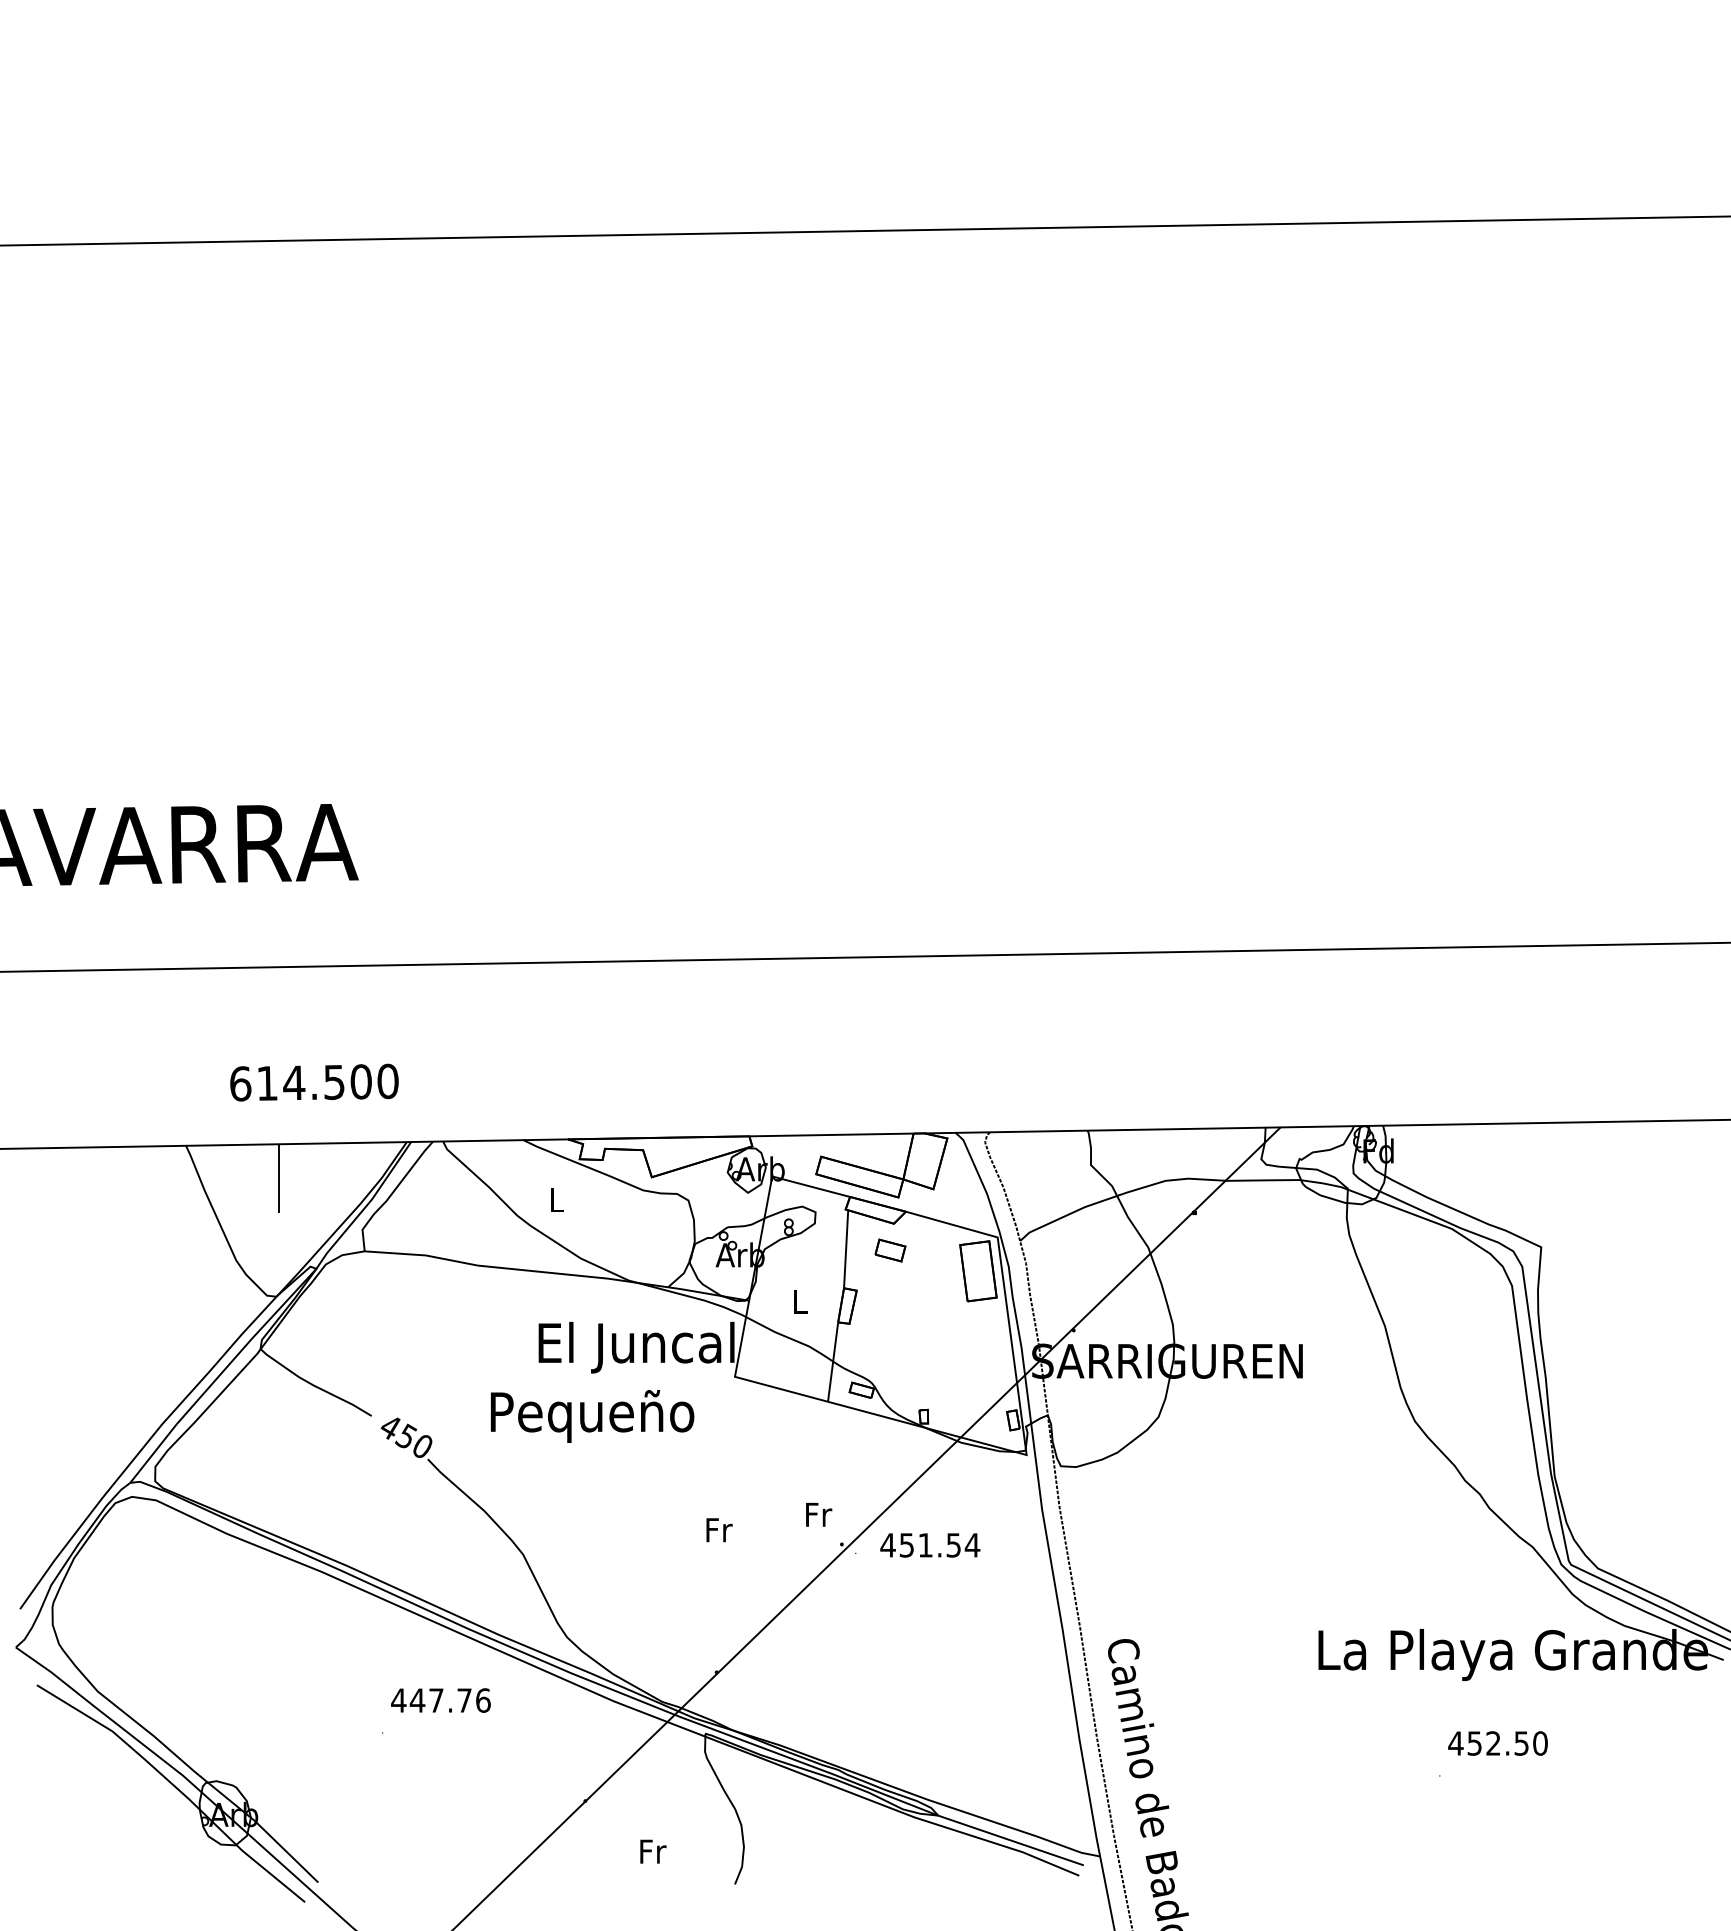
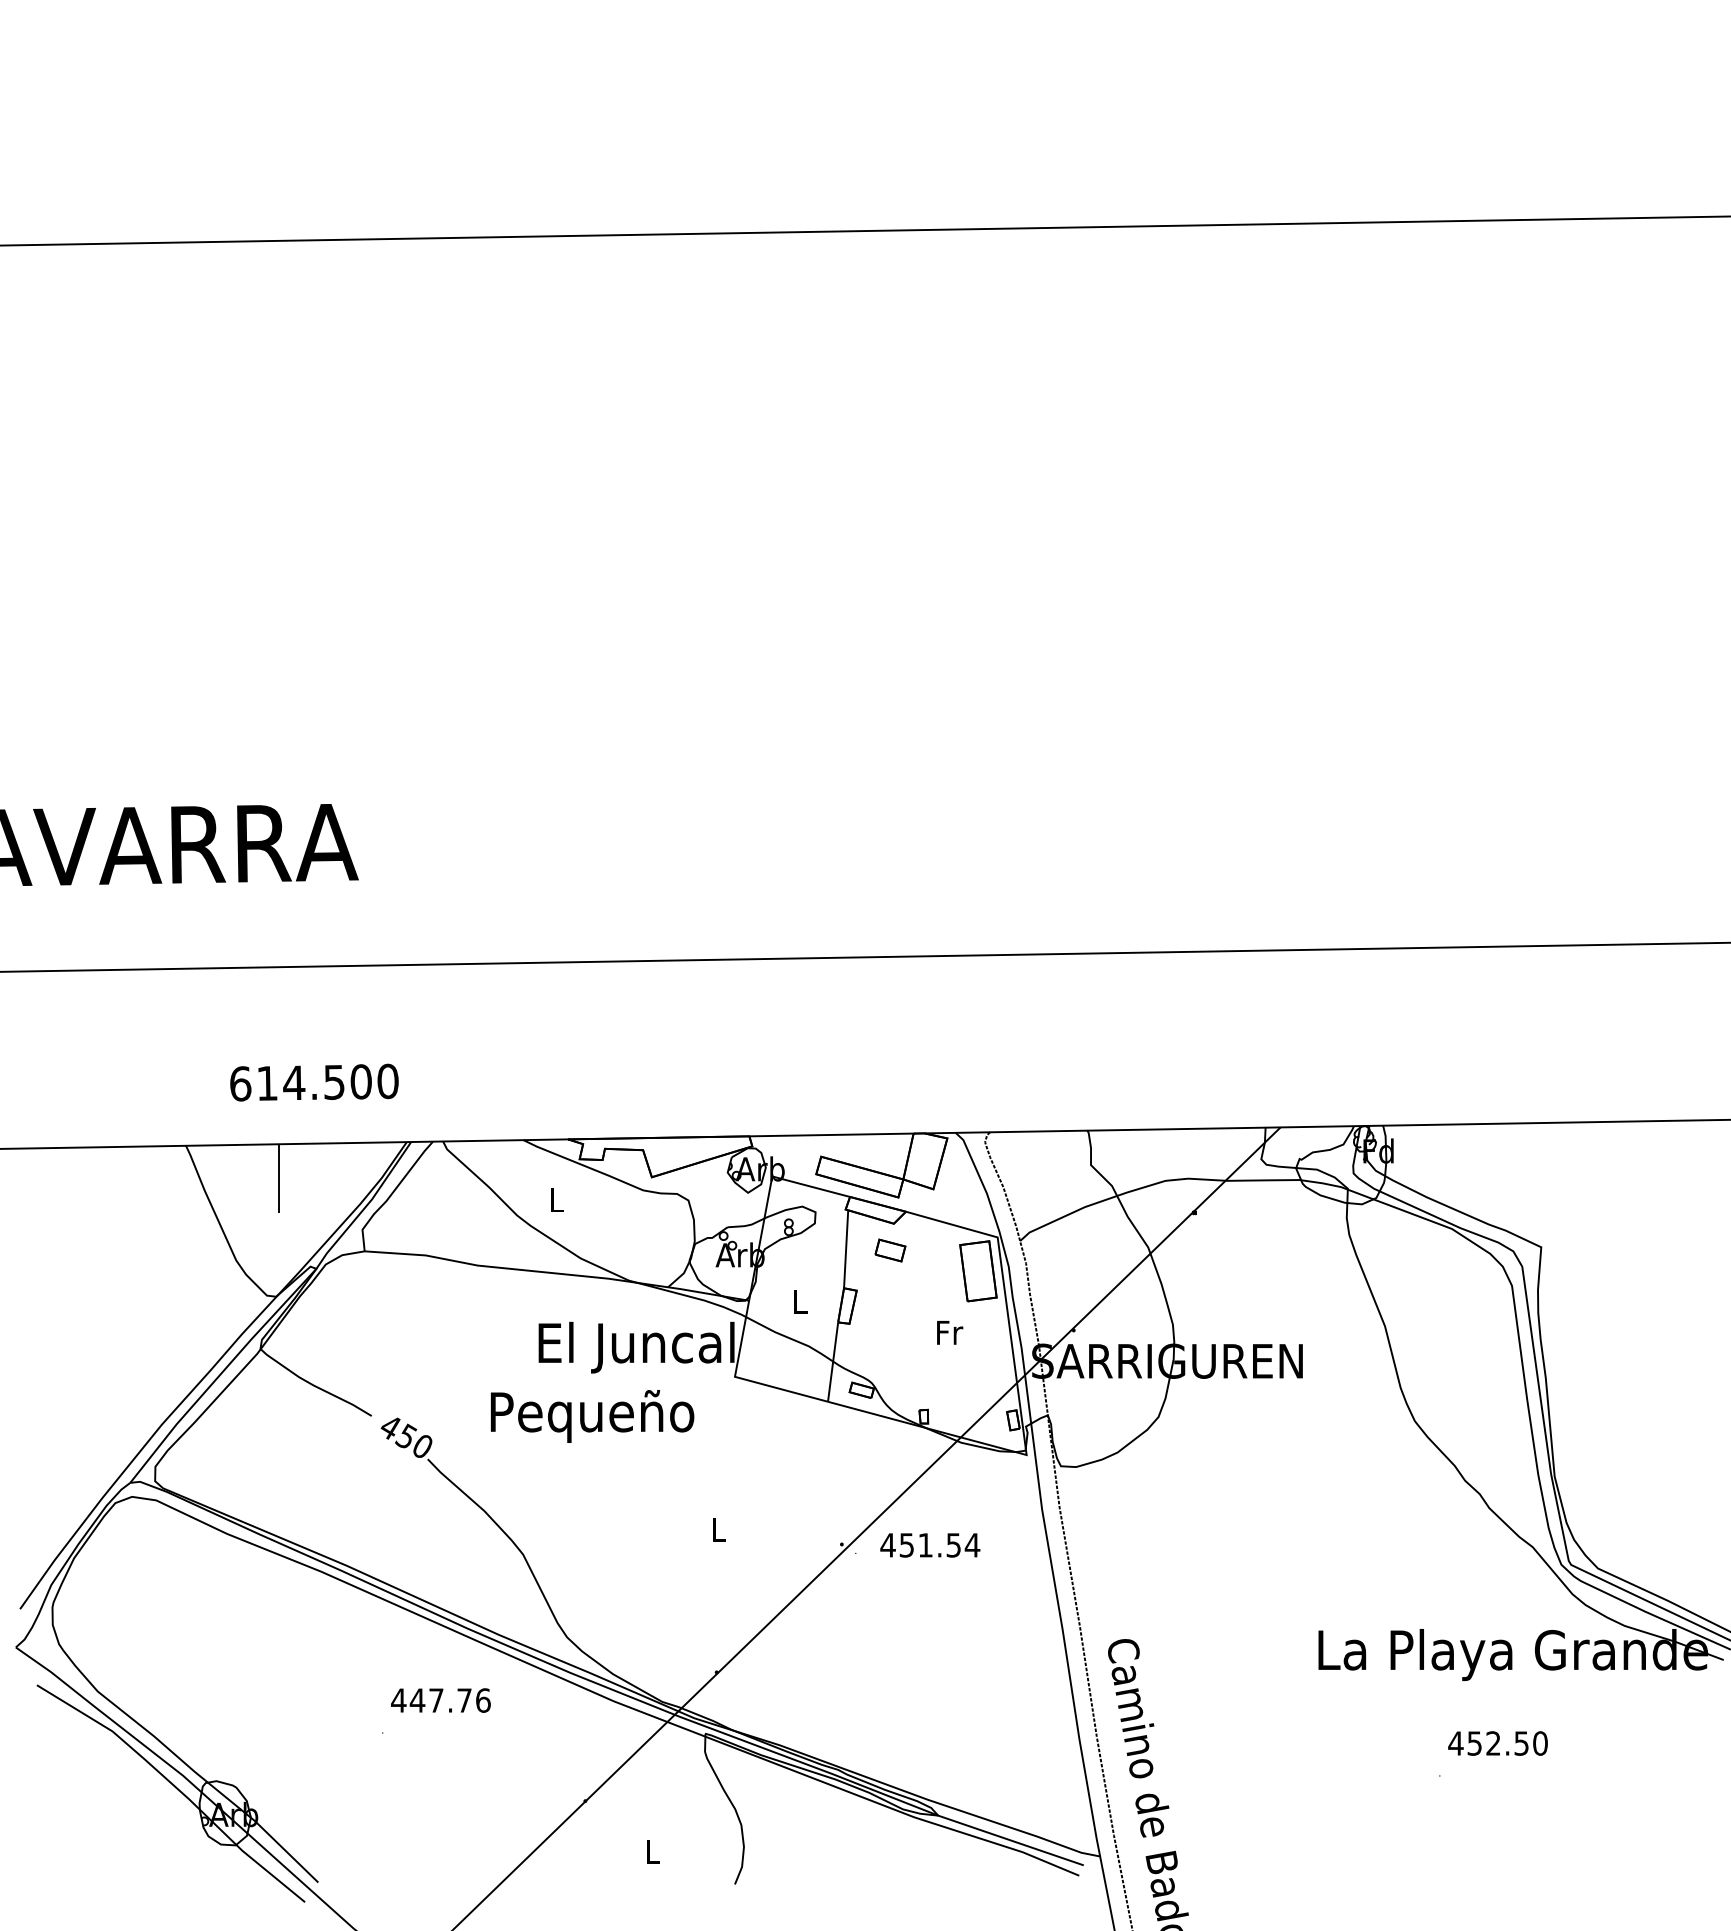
text at (819, 1514) position: (819, 1514) -> (950, 1332)
text at (719, 1530): Fr -> L
text at (653, 1851): Fr -> L
